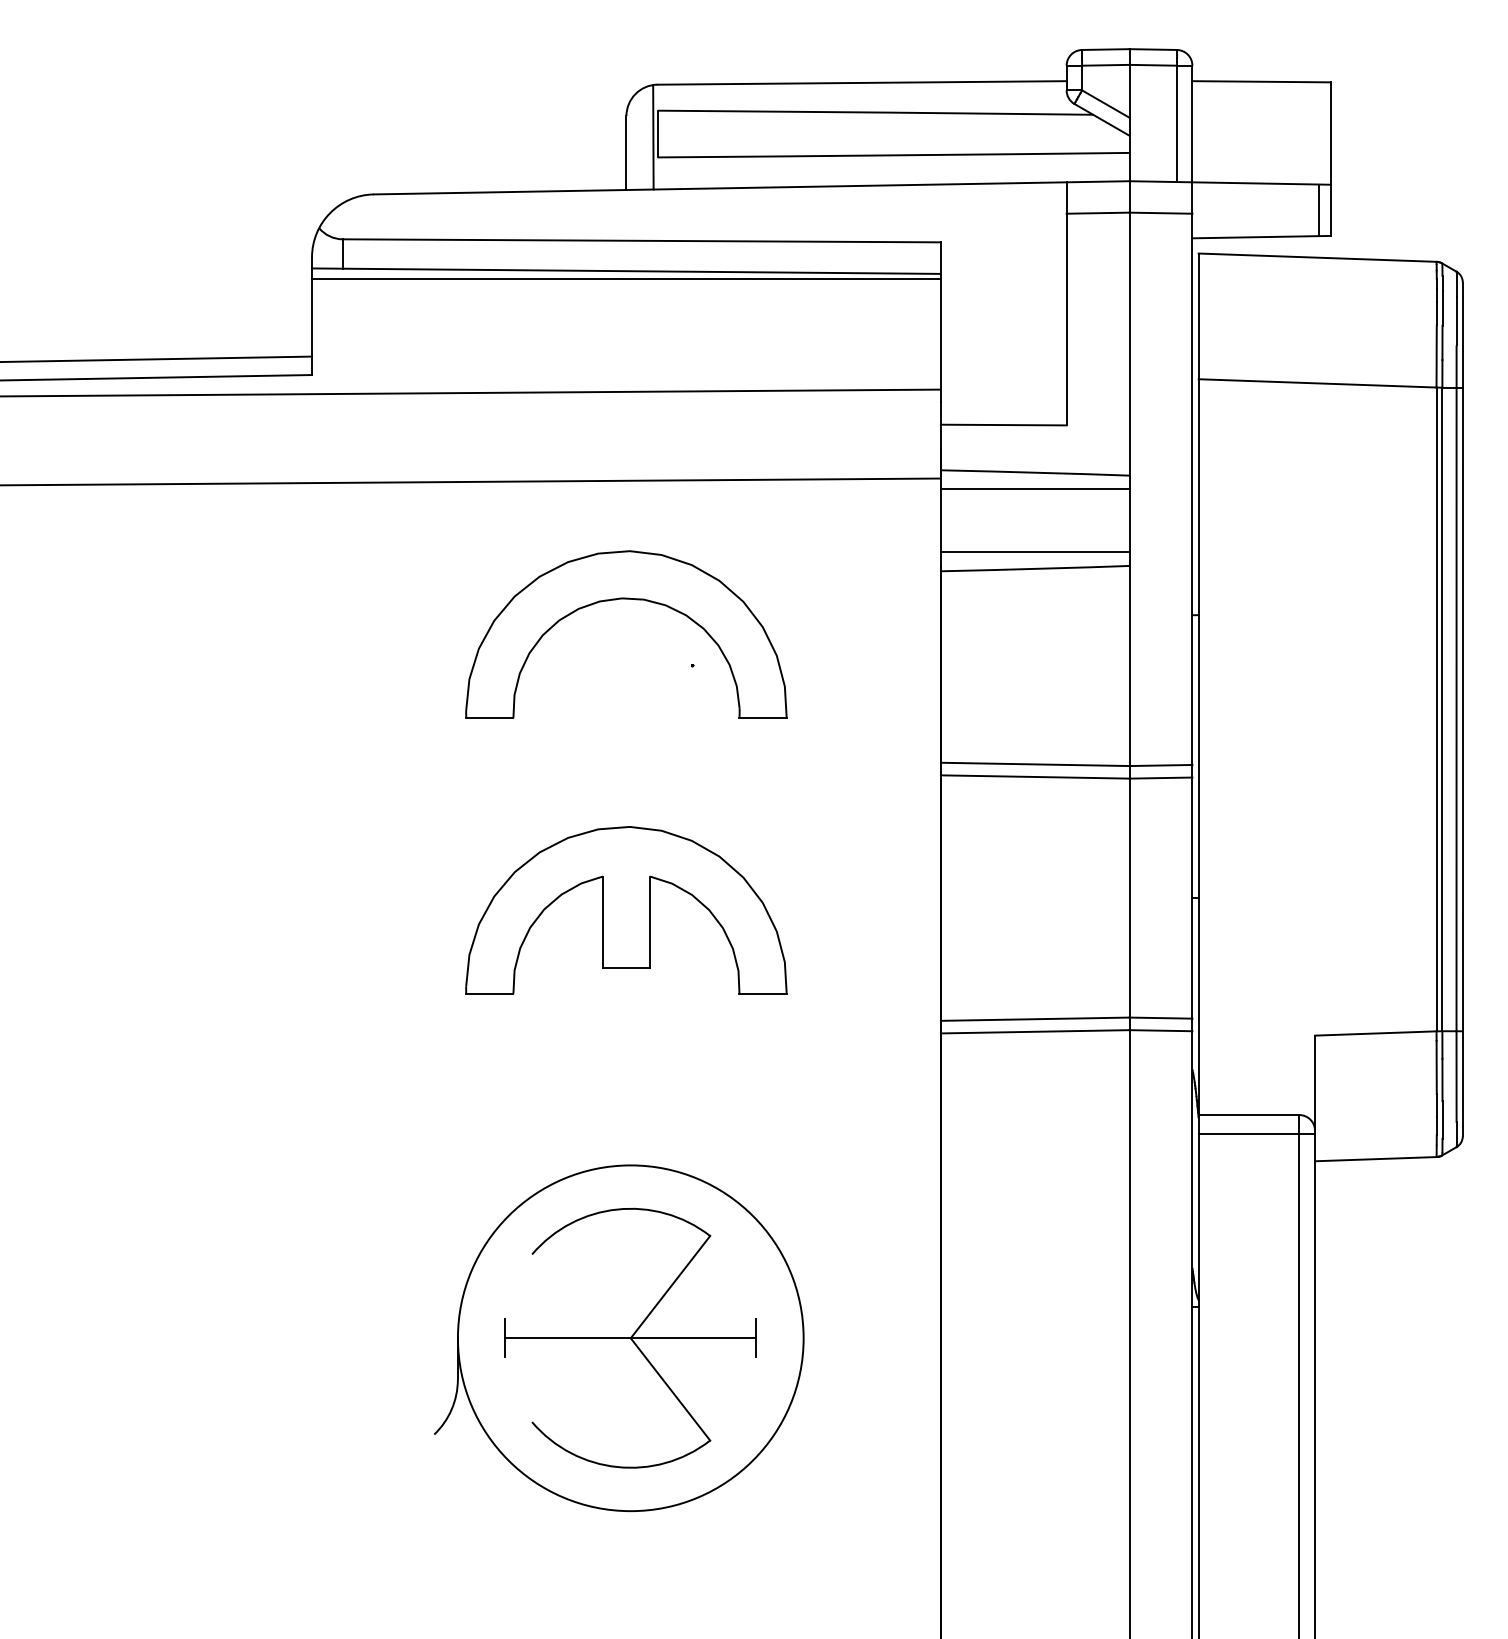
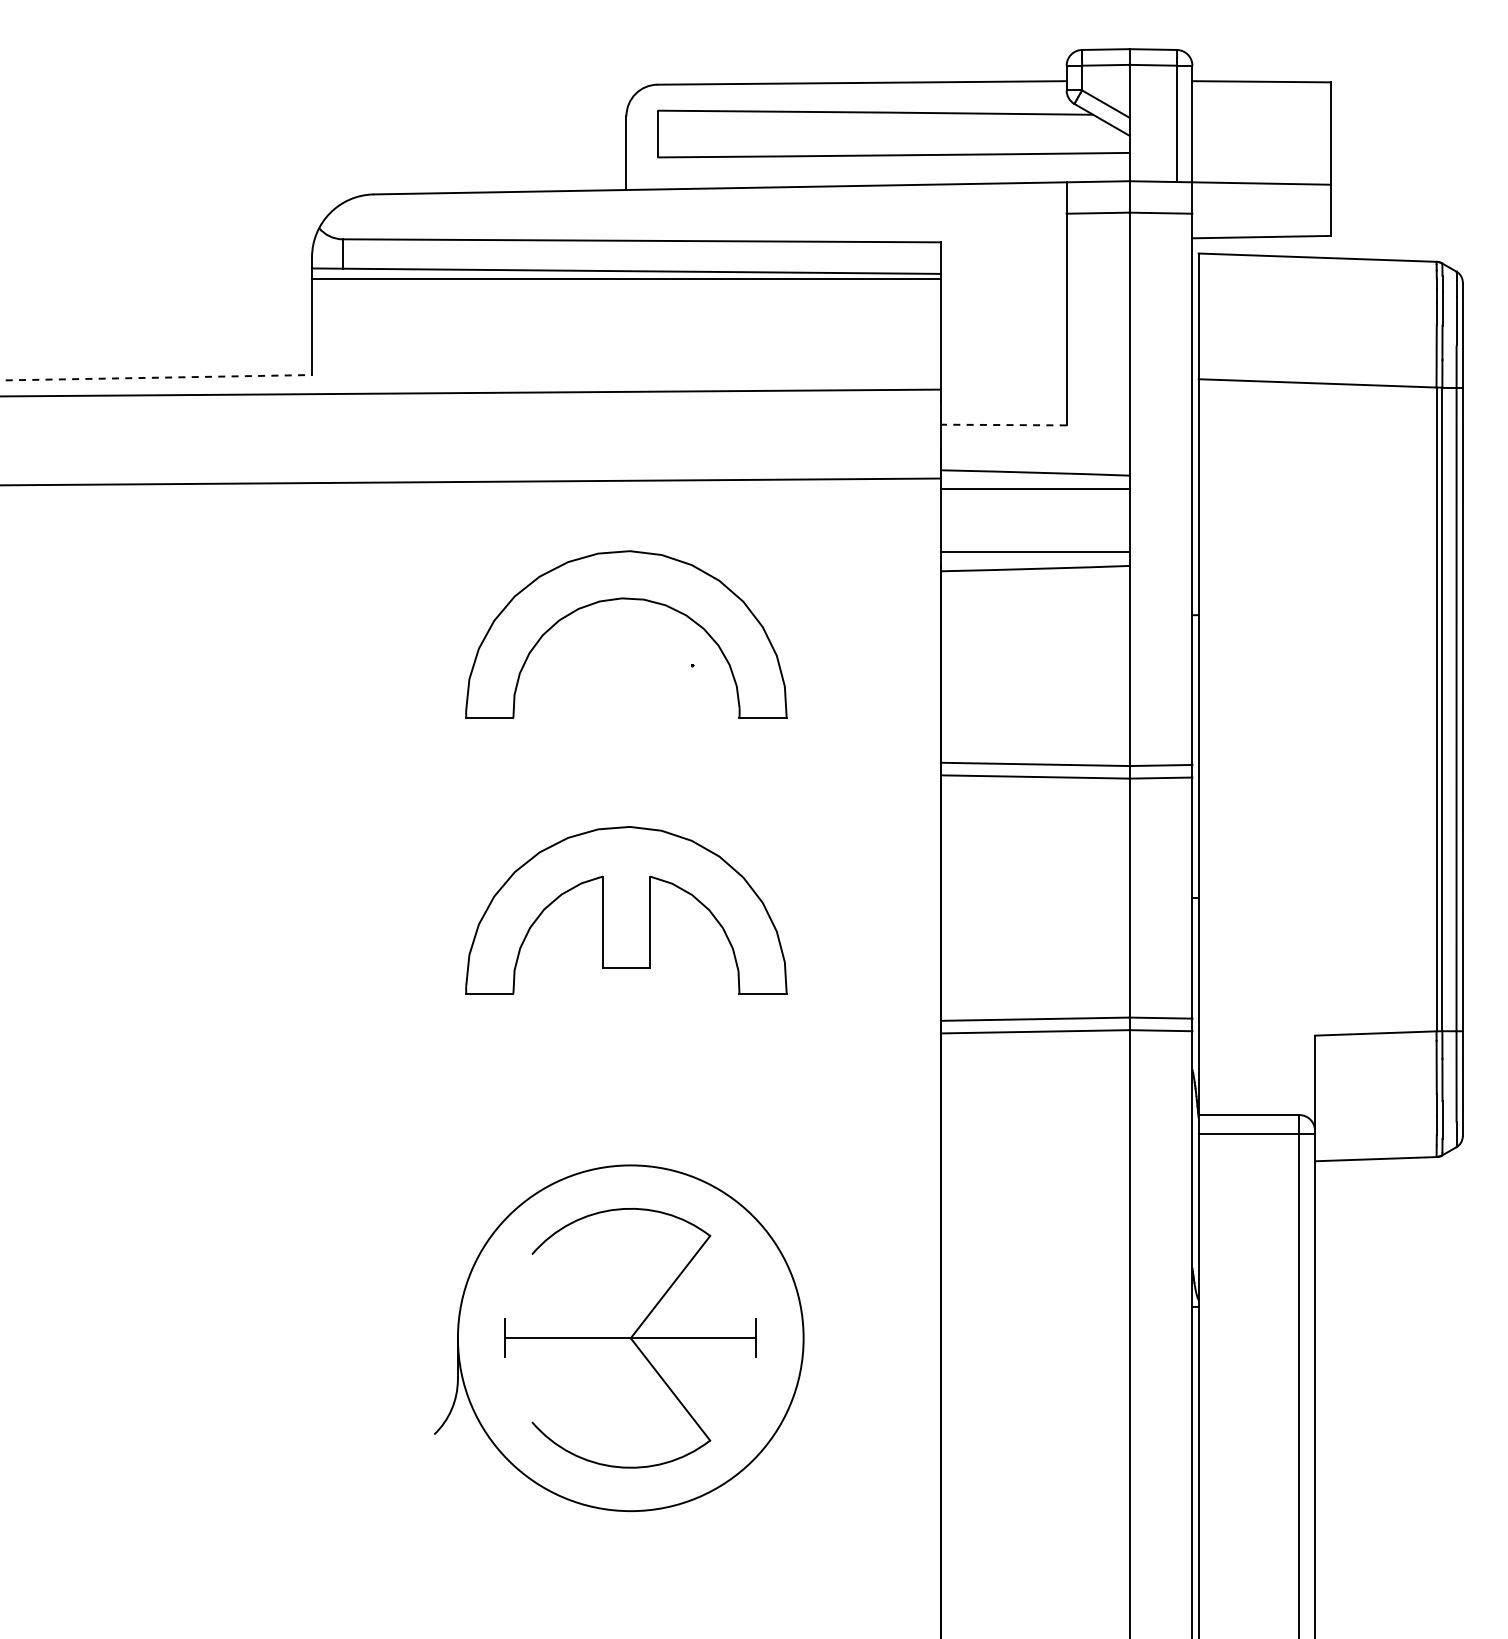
line at (653, 137): present -> none
line at (1319, 210): present -> none
line at (157, 359): present -> none
line at (156, 377): solid -> dashed
line at (1003, 425): solid -> dashed
